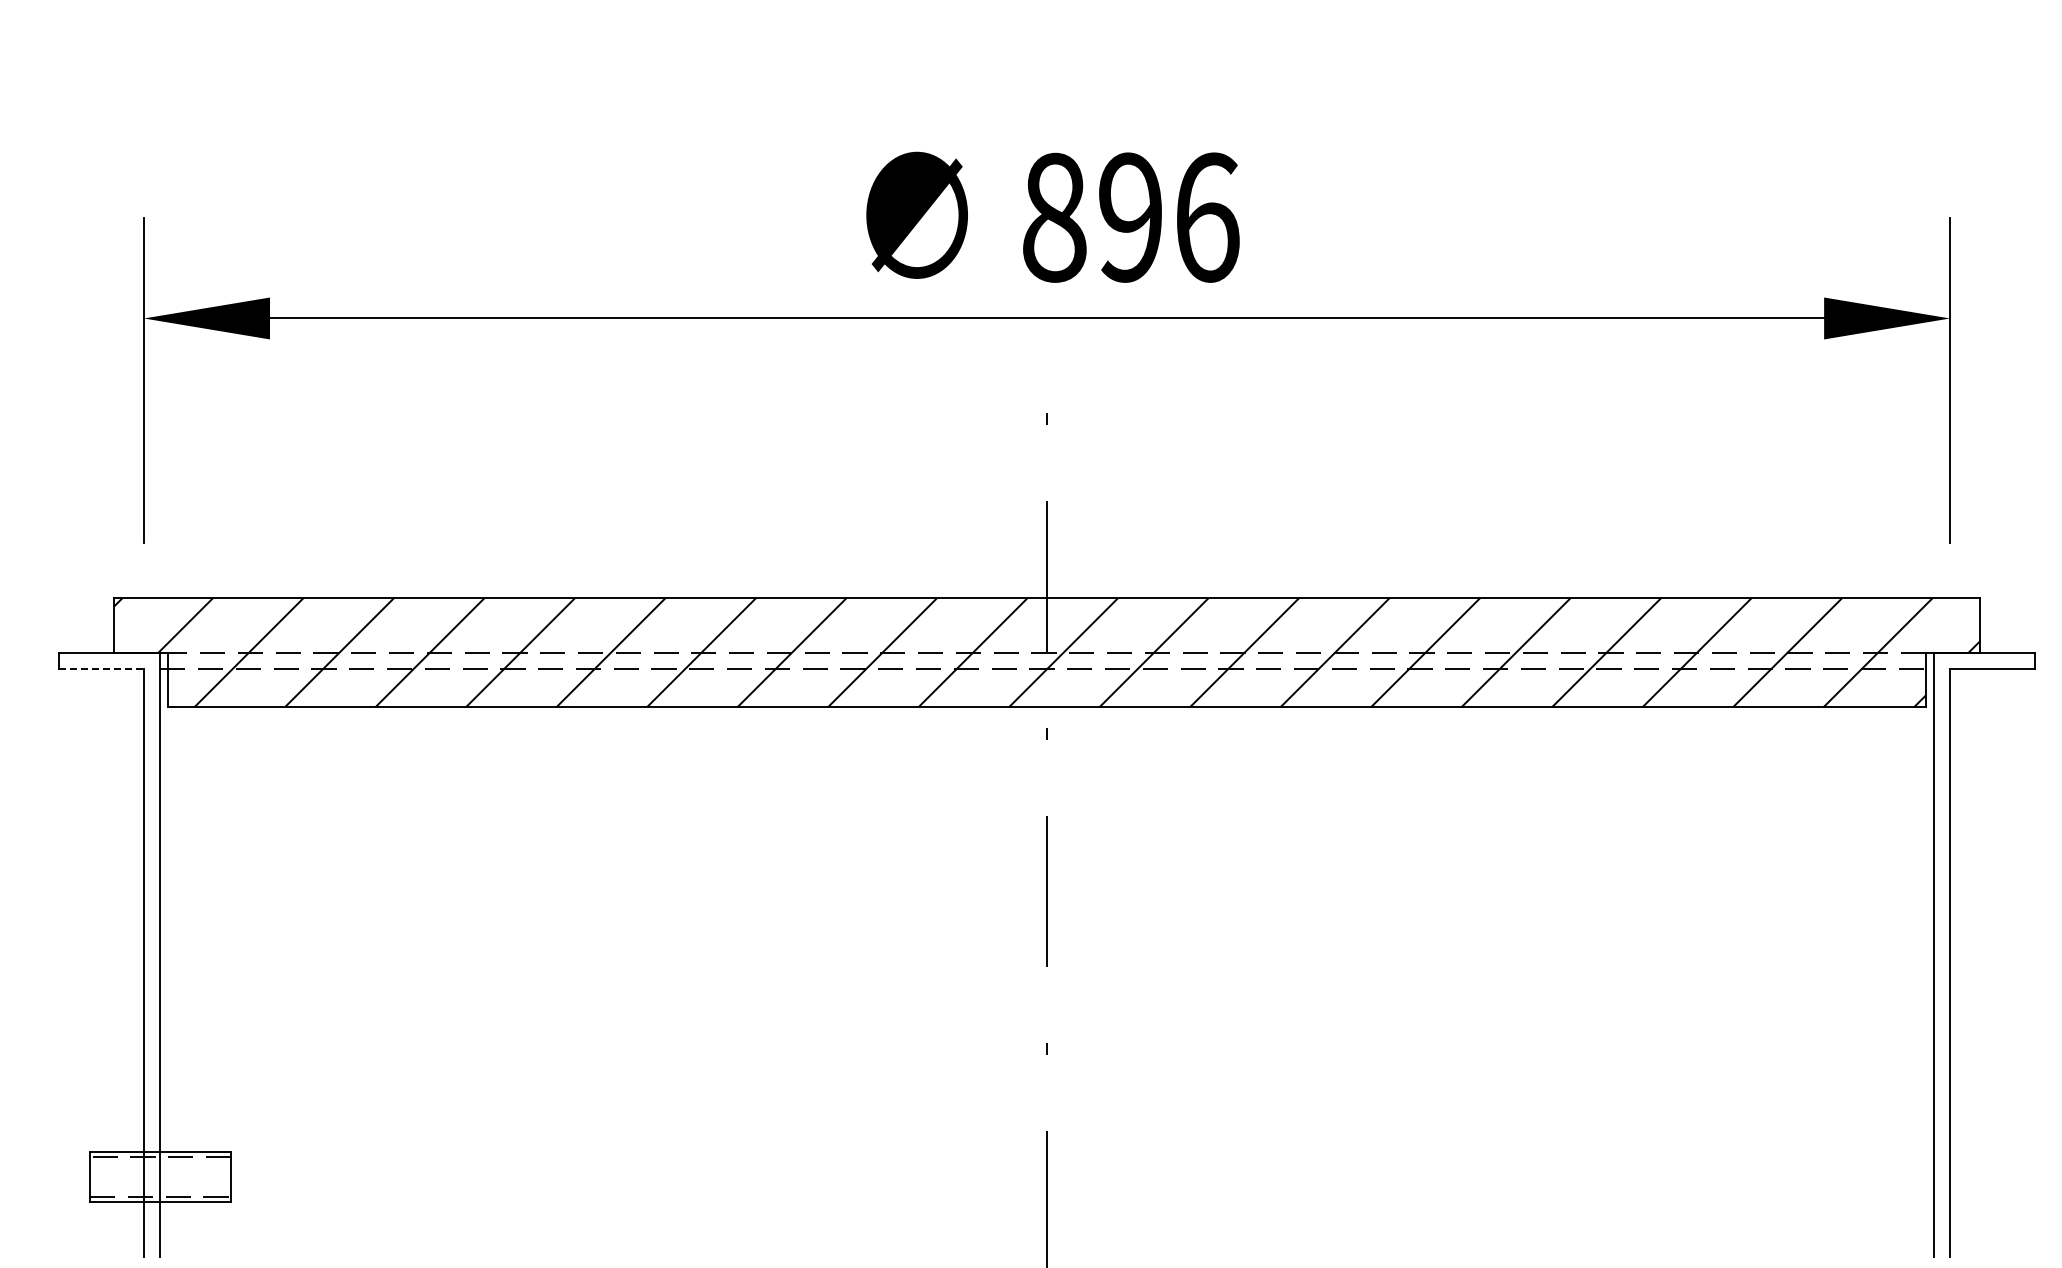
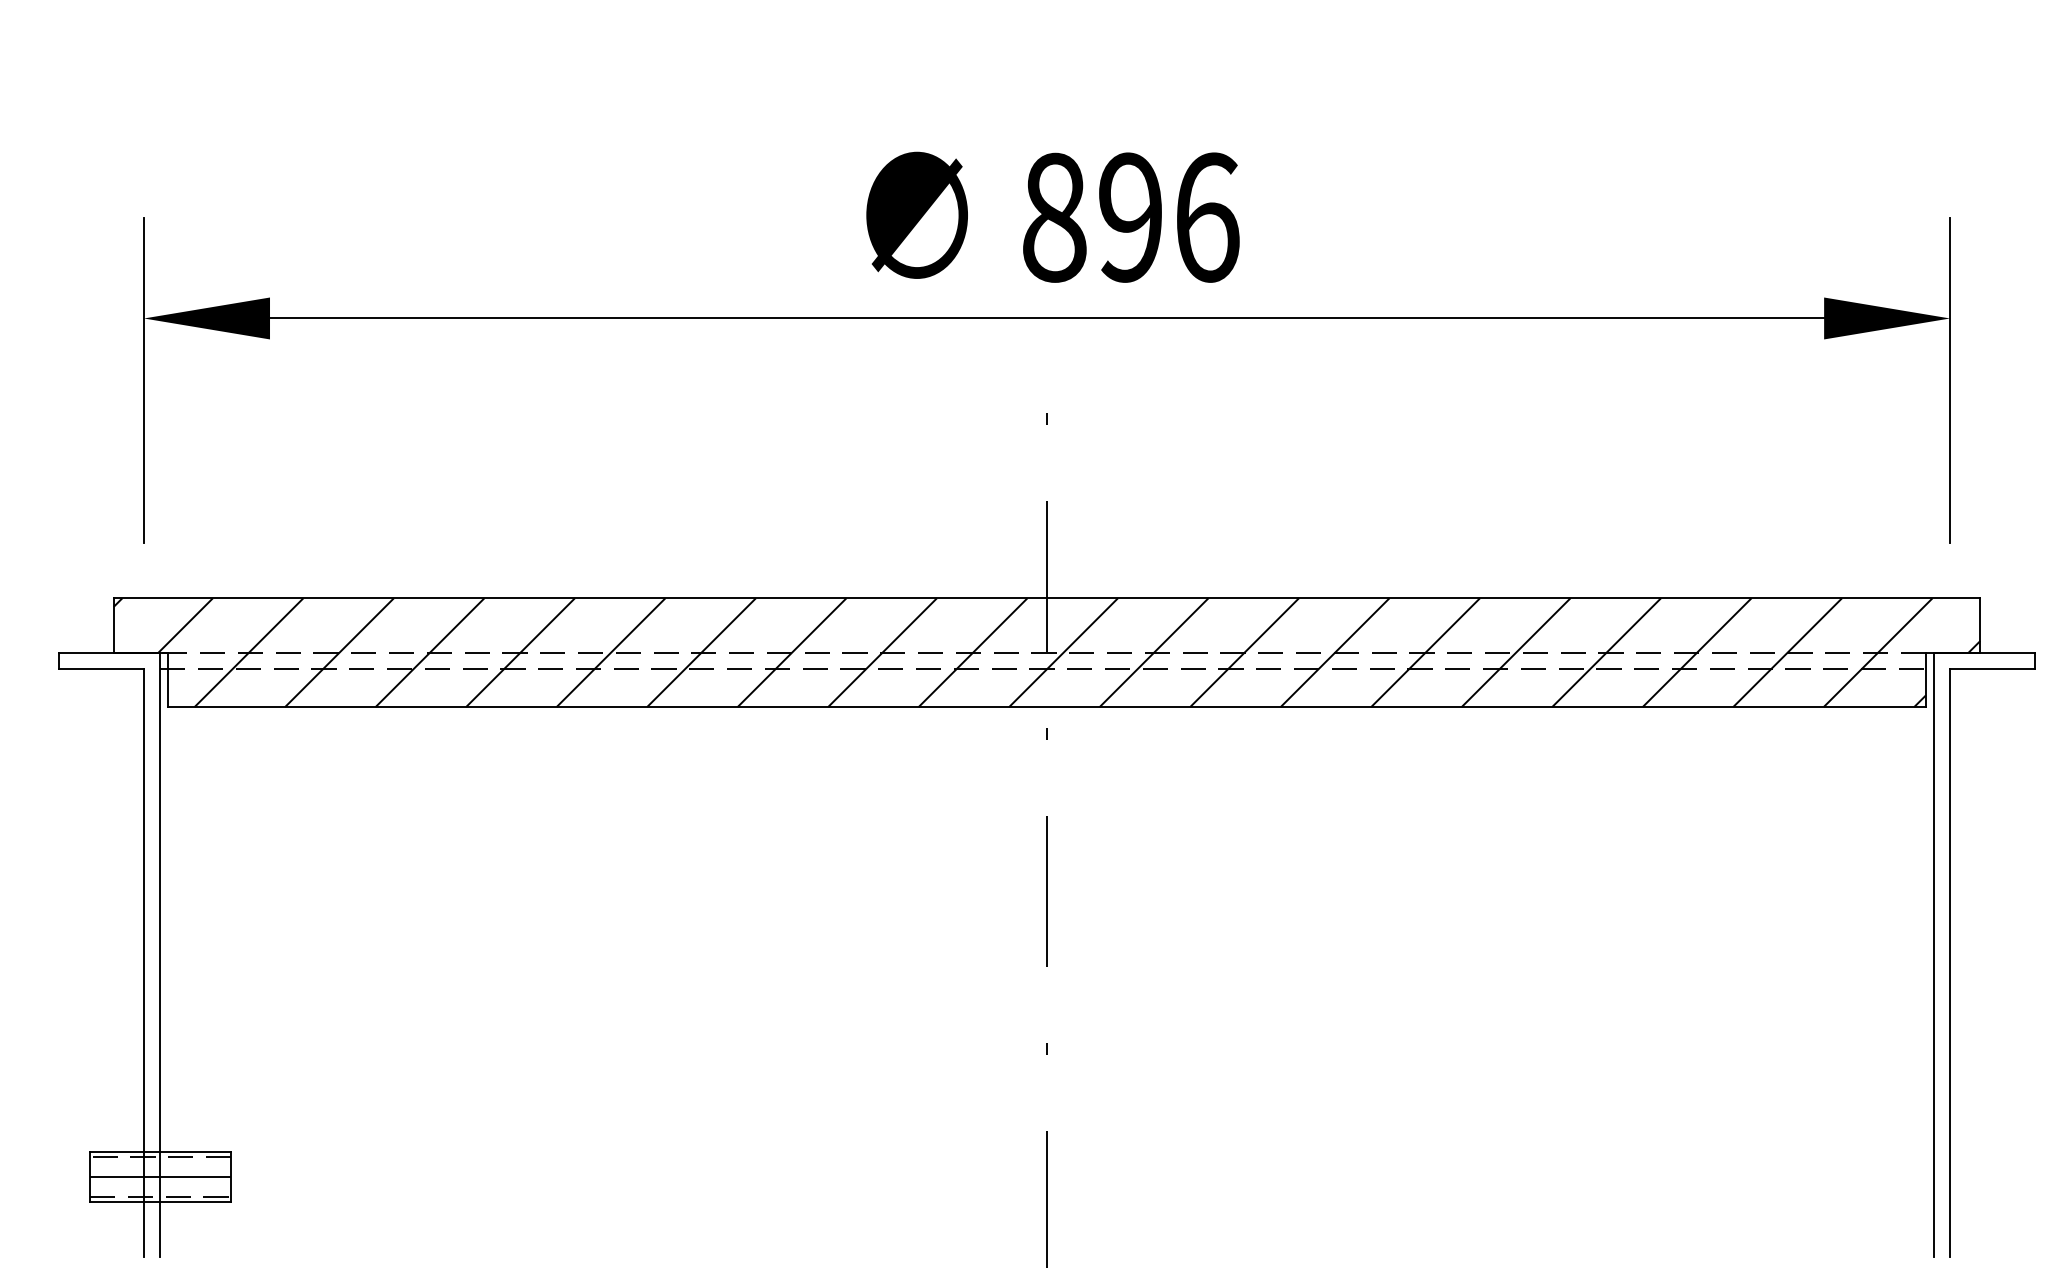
line at (102, 668): dashed -> solid
line at (160, 1176): none -> present
